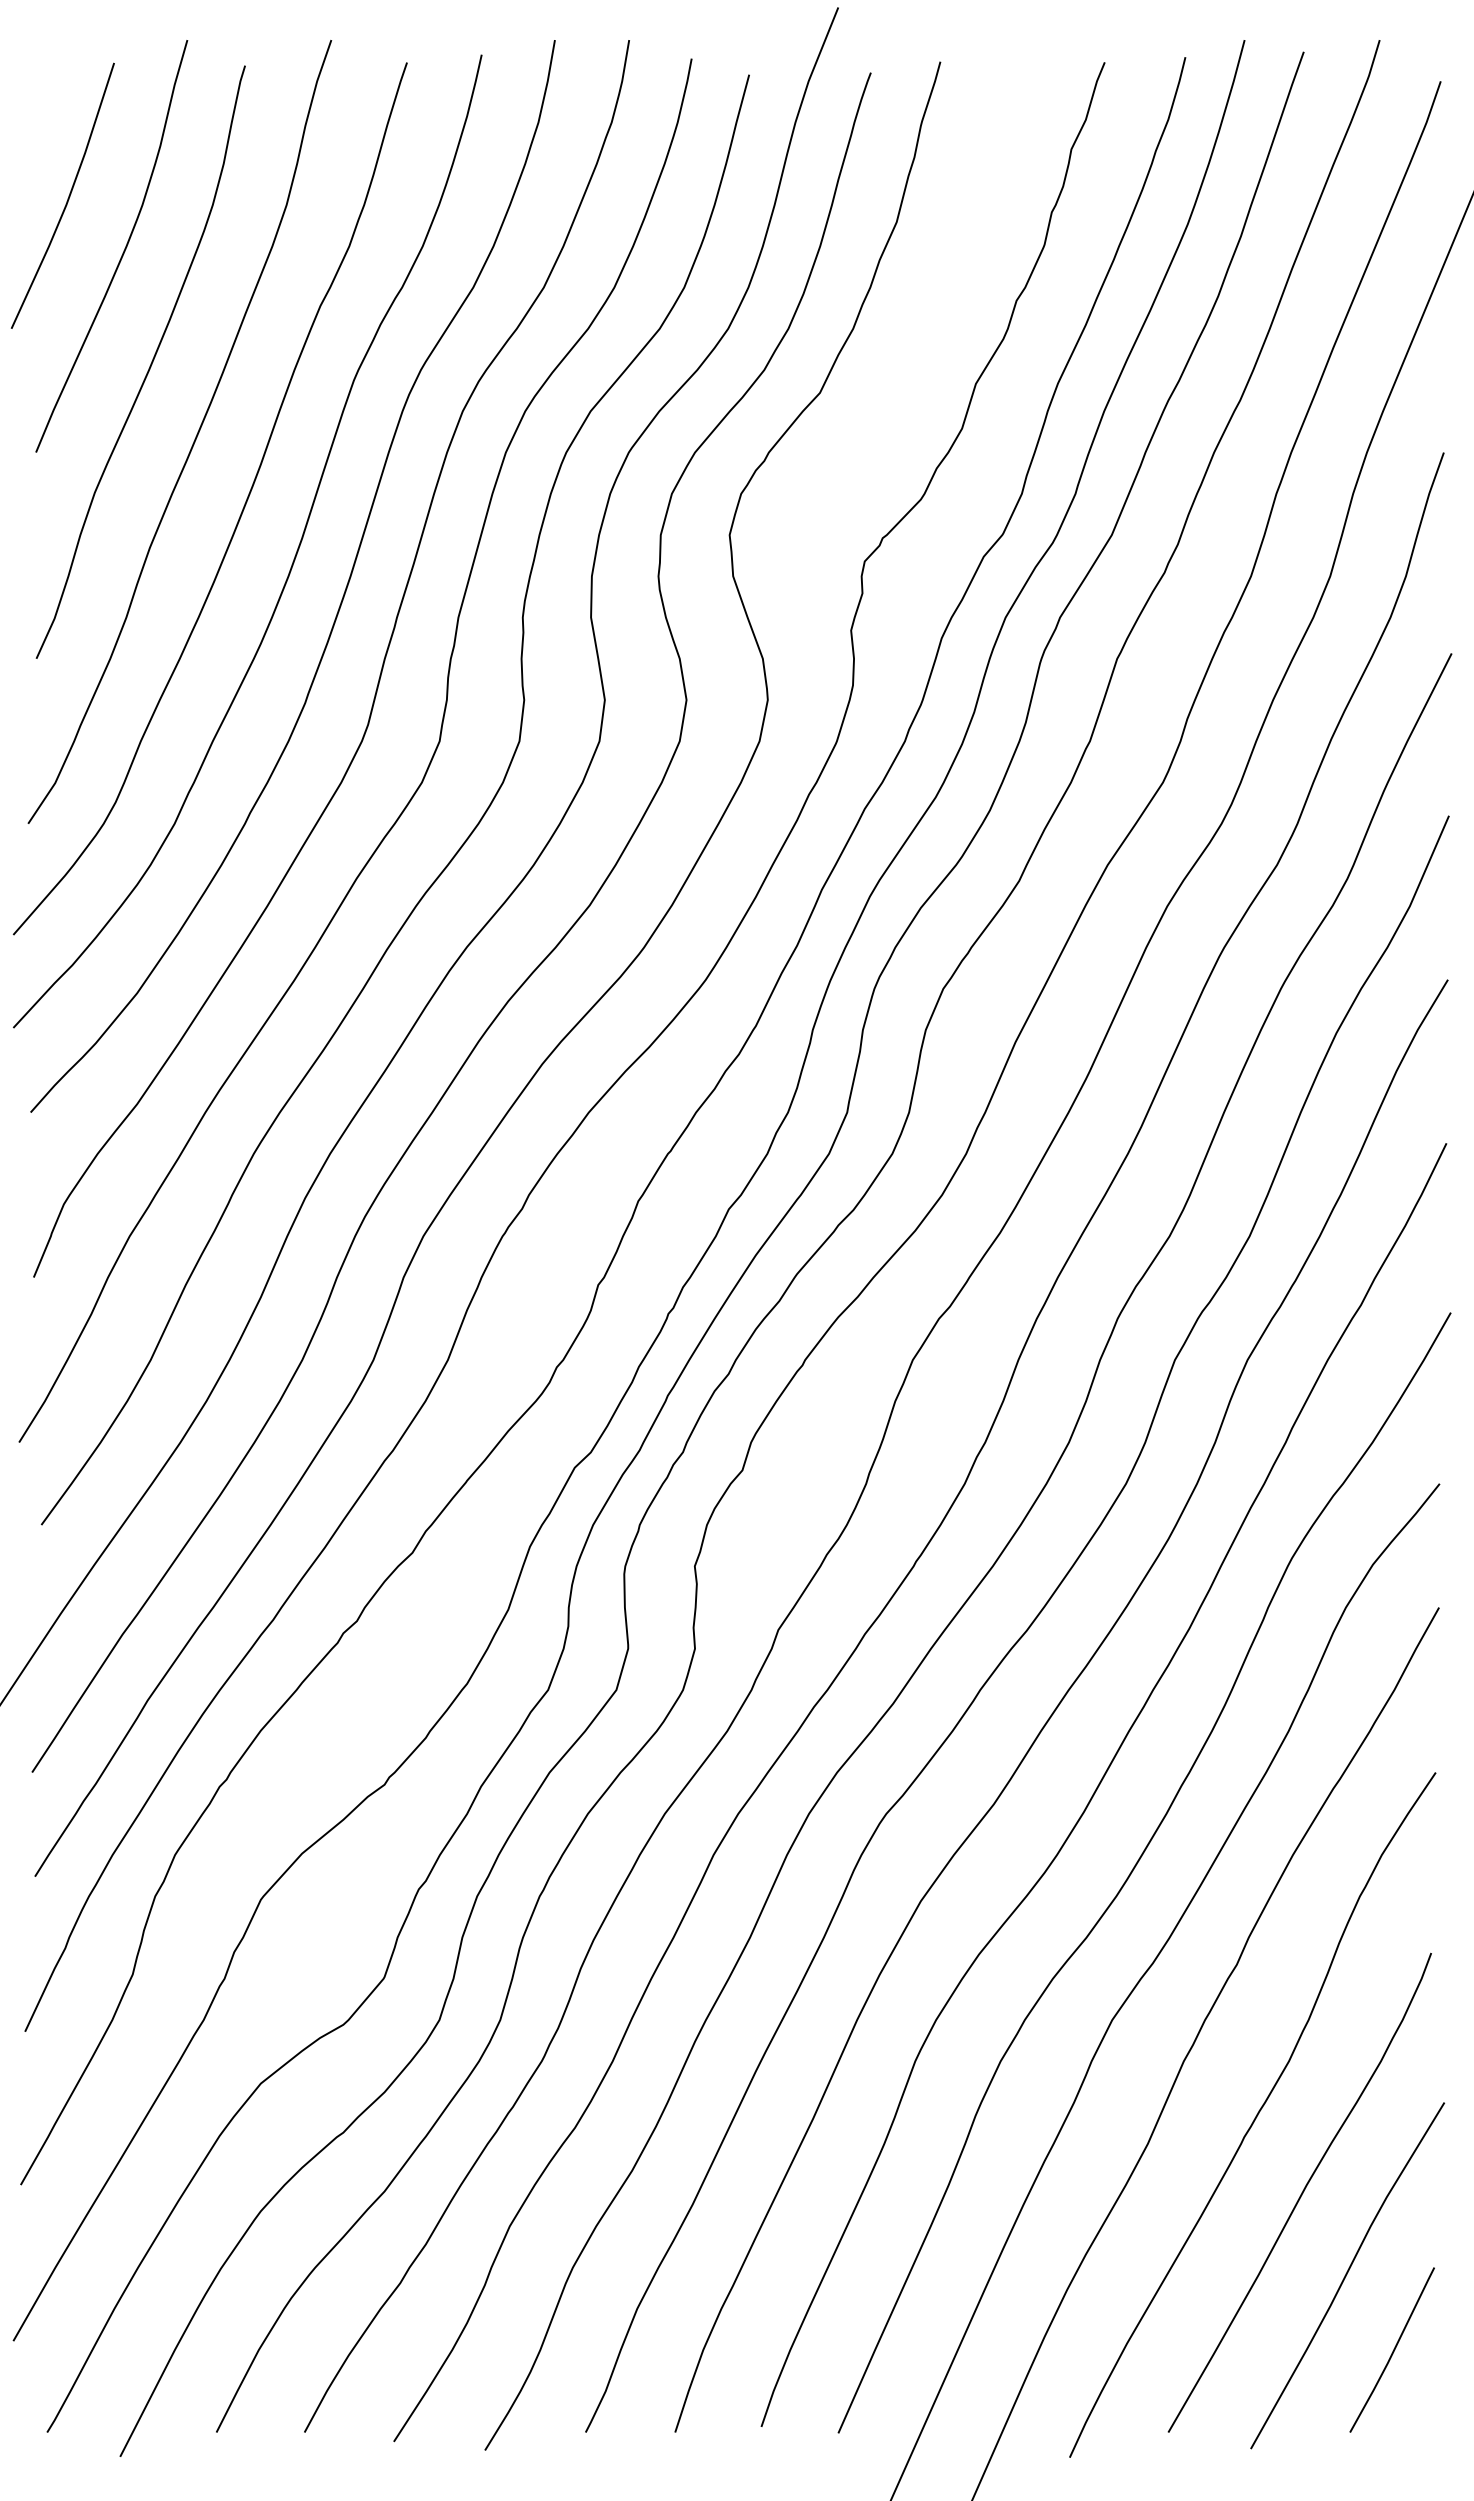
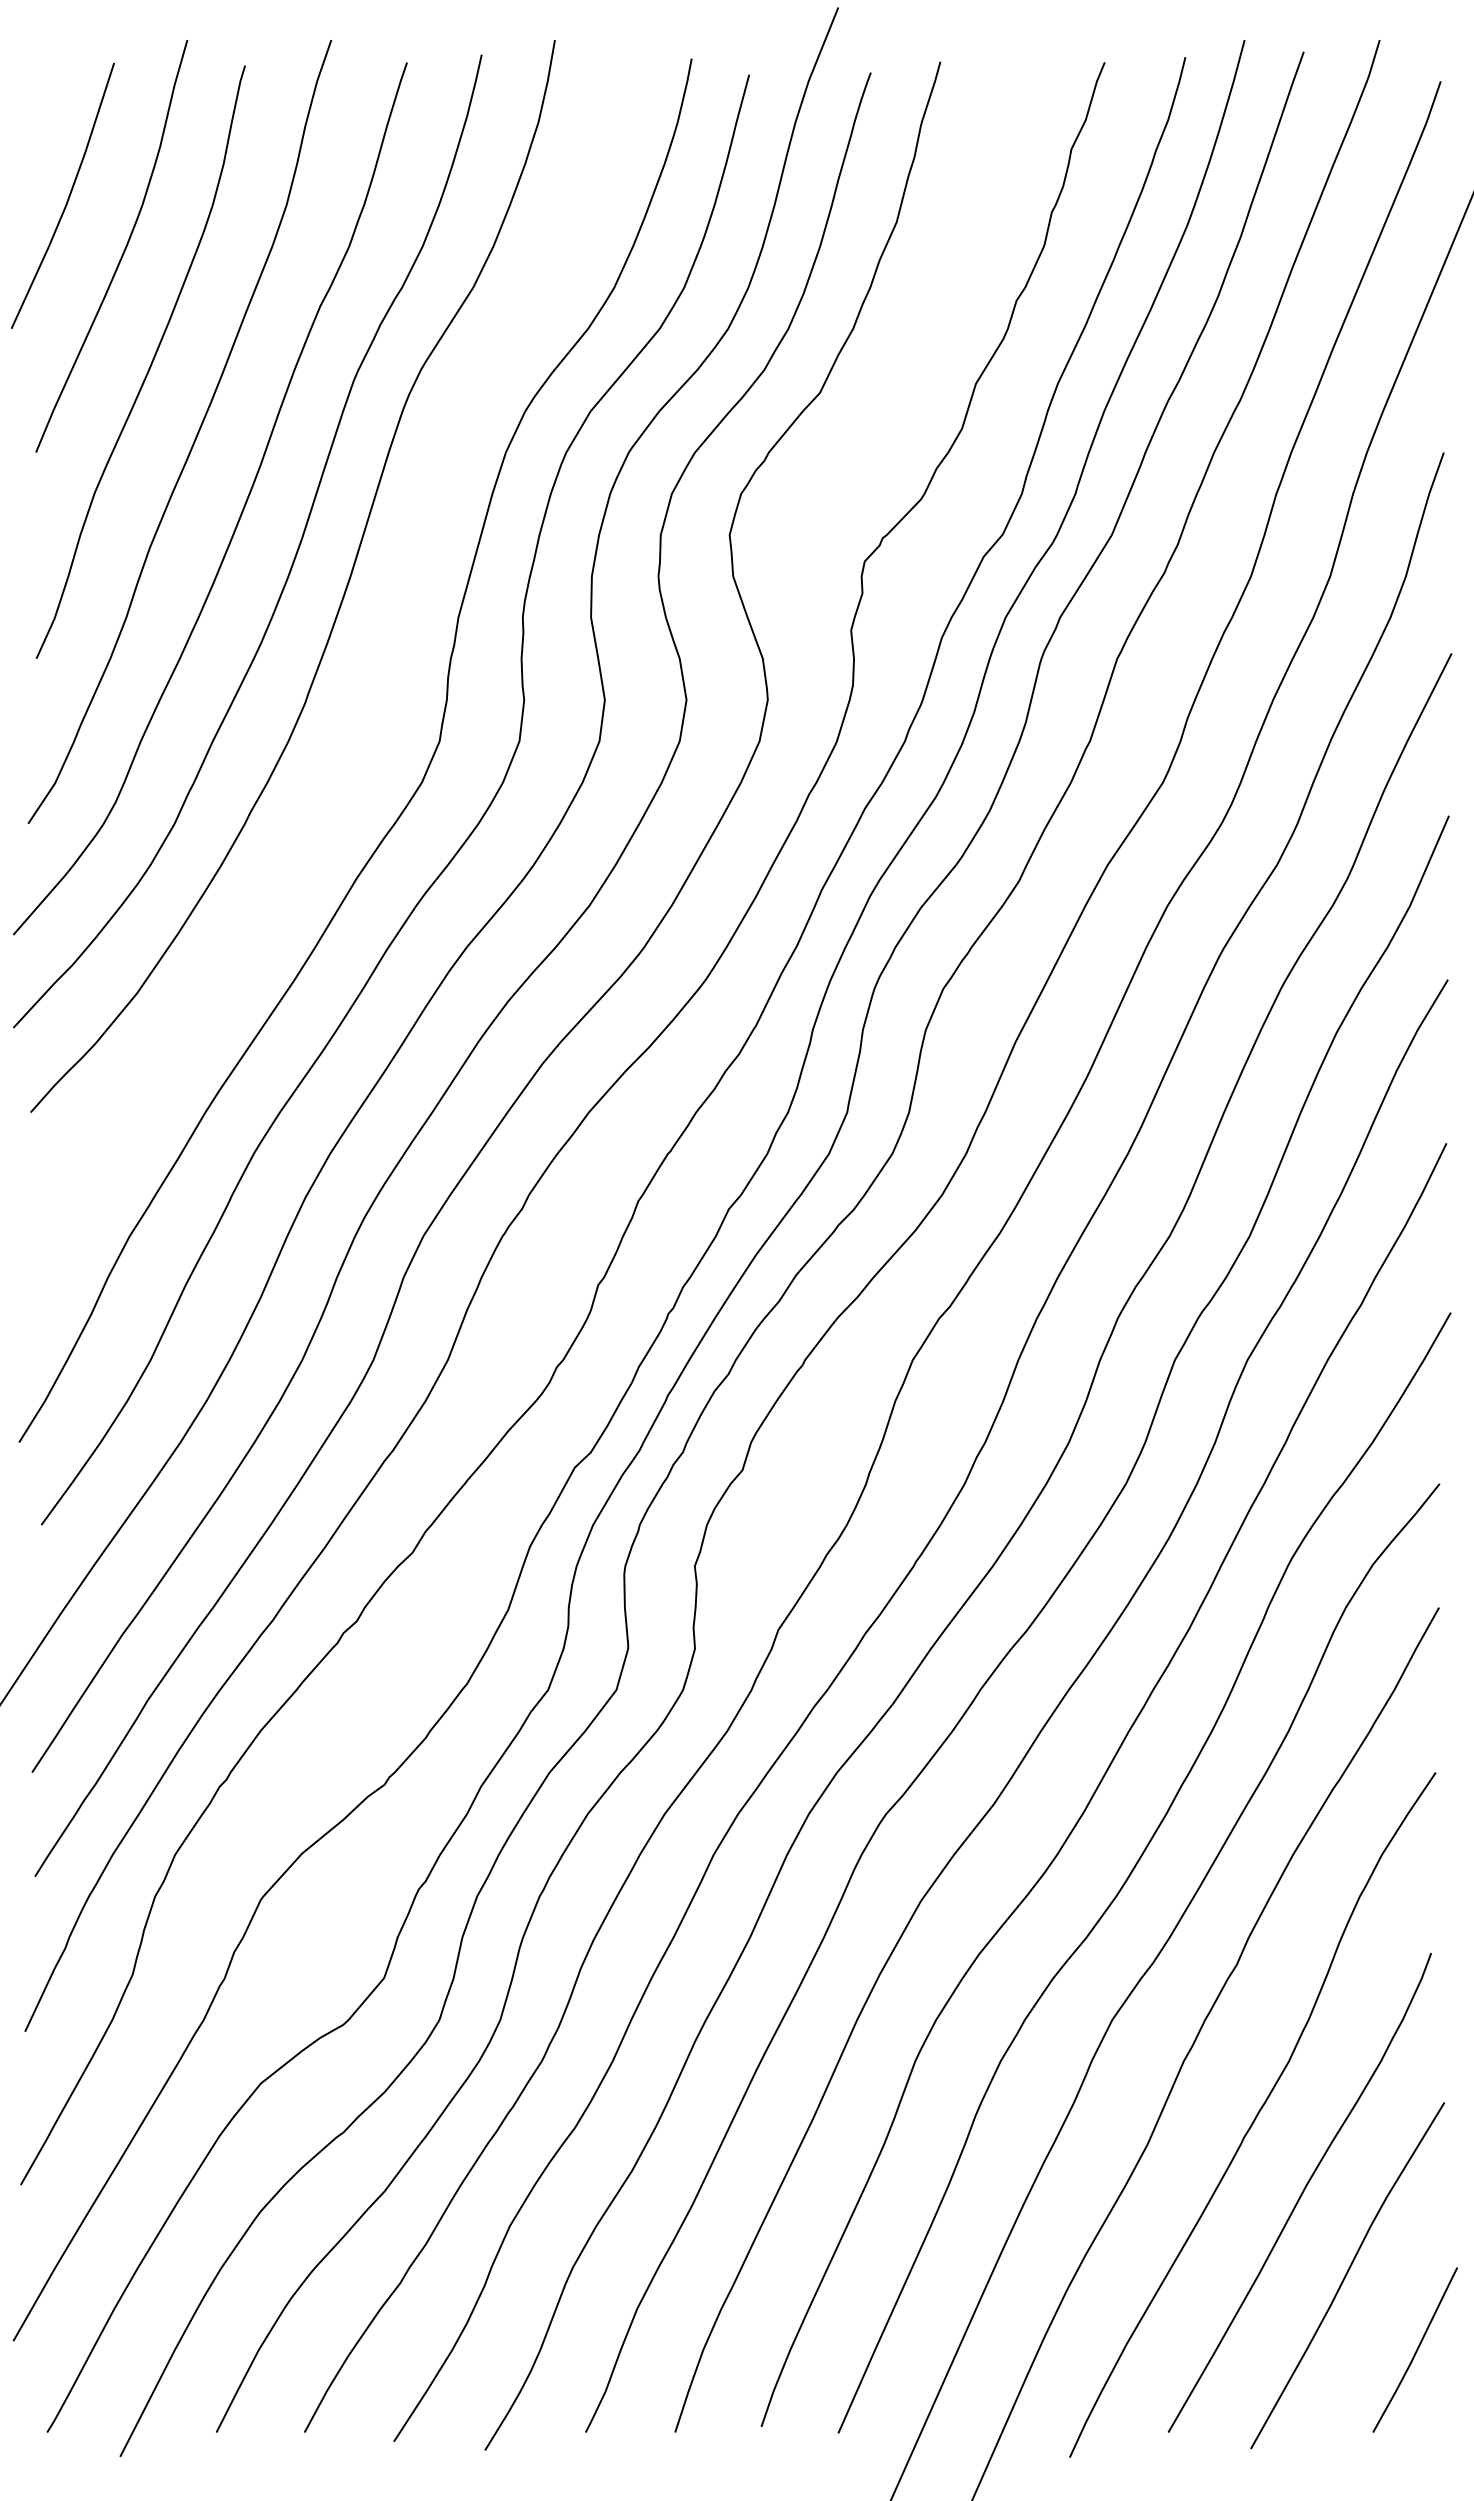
curve at (380, 670): present -> none
line at (1393, 2349) position: (1393, 2349) -> (1416, 2349)
